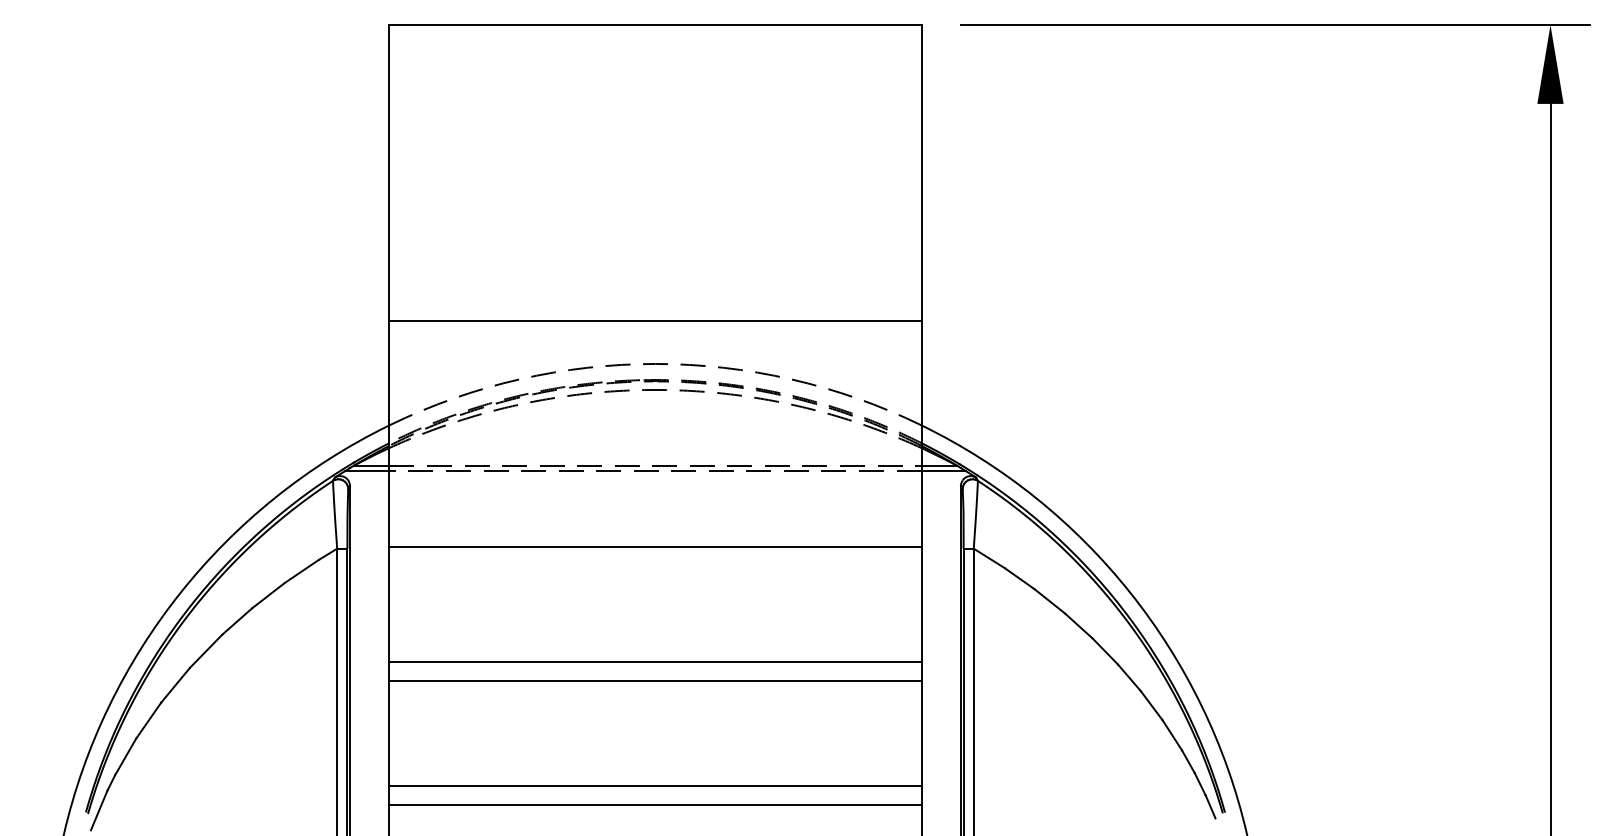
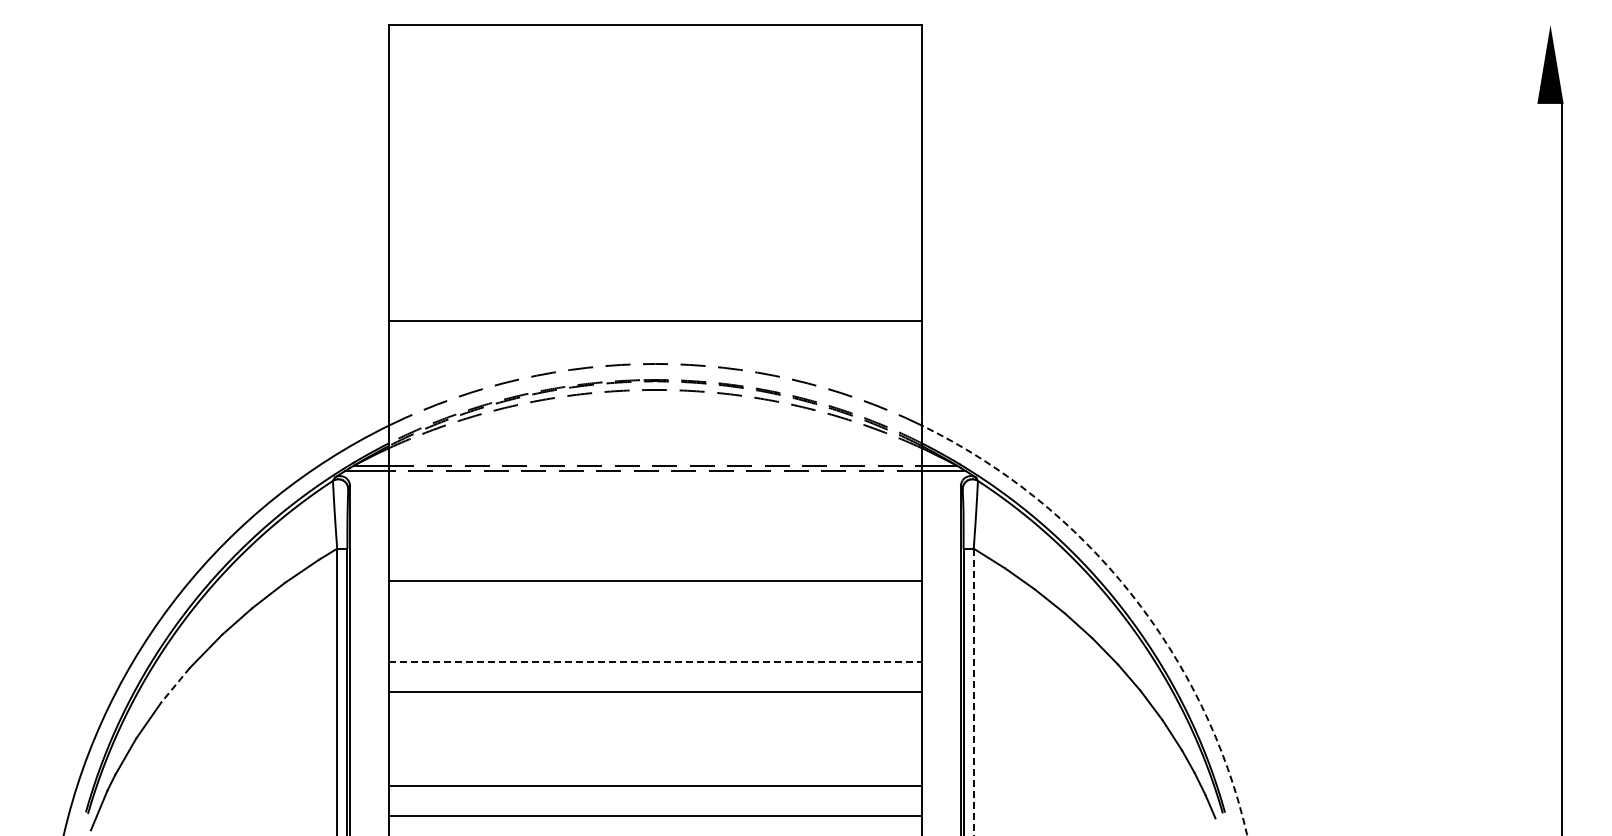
line at (1274, 25): present -> none
line at (1550, 467) position: (1550, 467) -> (1561, 467)
line at (655, 547) position: (655, 547) -> (655, 581)
arc at (1130, 593): solid -> dashed
line at (655, 661): solid -> dashed
line at (655, 681) position: (655, 681) -> (655, 692)
line at (175, 685): solid -> dashed
line at (973, 692): solid -> dashed
line at (655, 805) position: (655, 805) -> (655, 816)
